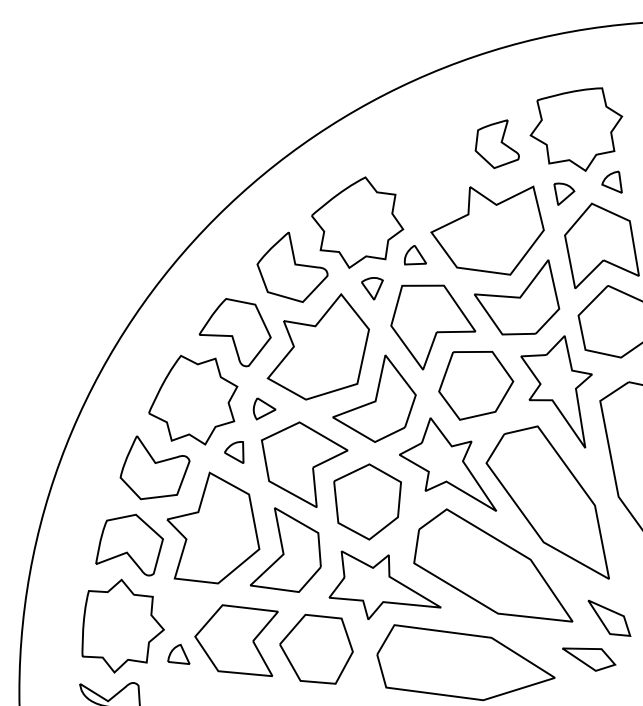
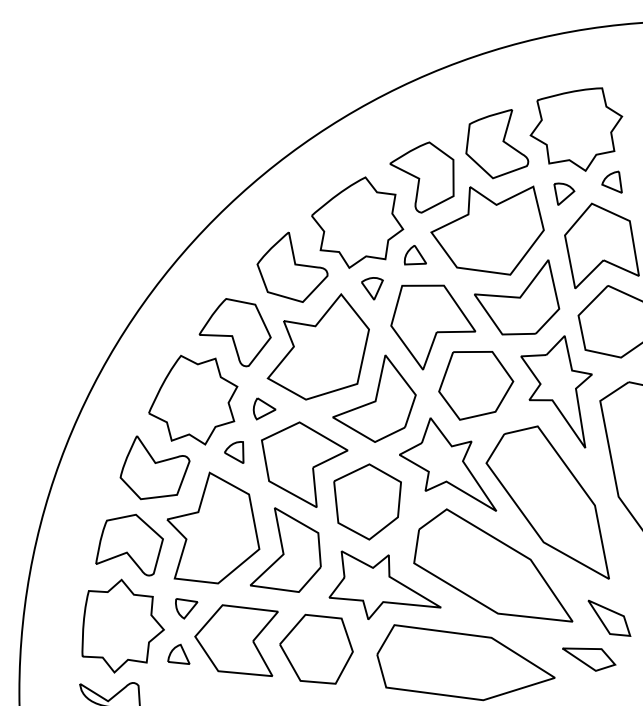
part at (496, 144) size: 46x51 px -> 65x71 px
part at (421, 177): none -> present
part at (186, 608): none -> present
